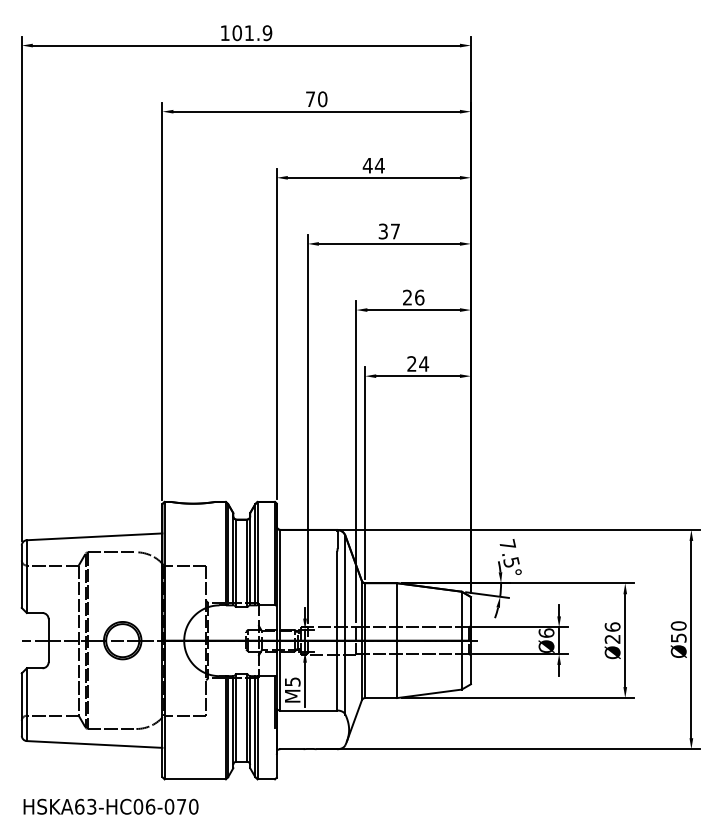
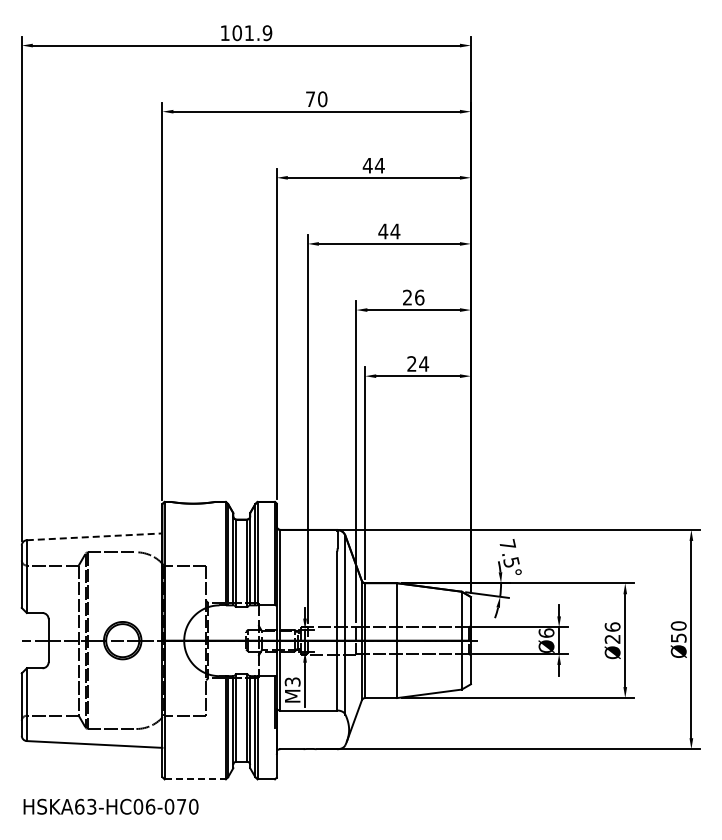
text at (389, 231): 37 -> 44
line at (94, 536): solid -> dashed
text at (291, 681): M5 -> M3
line at (195, 779): solid -> dashed
